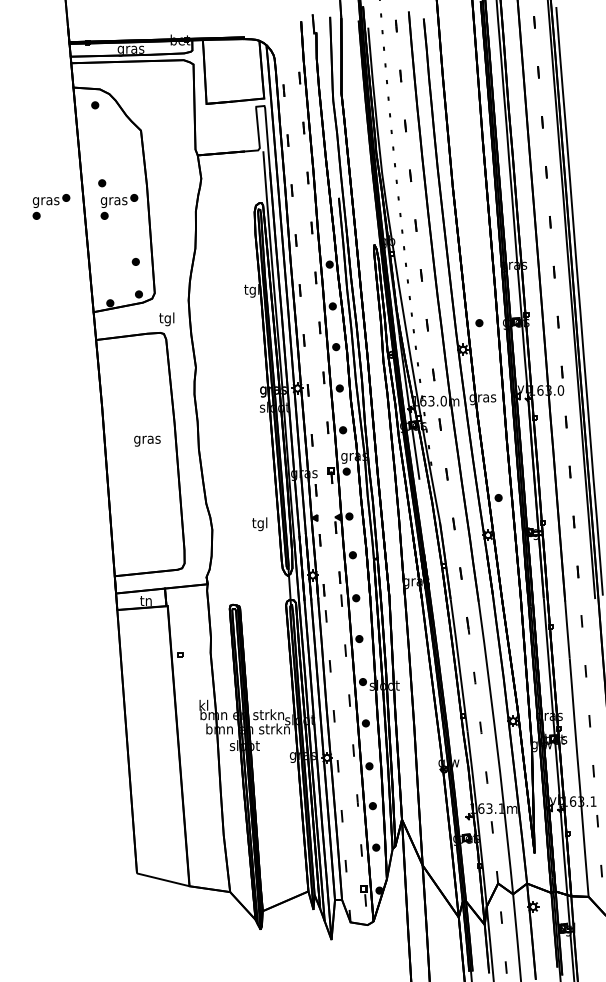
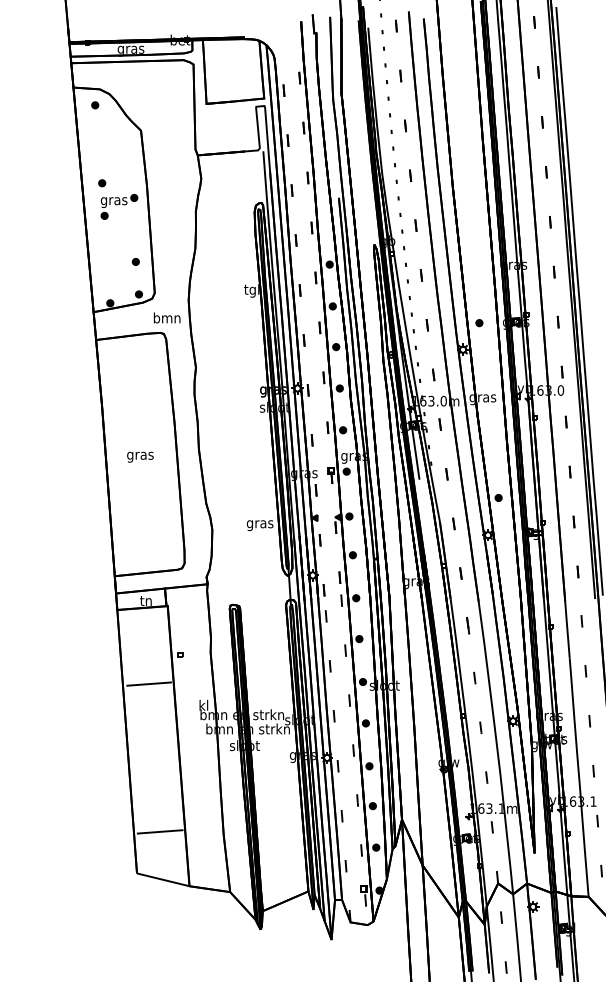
part at (51, 206): present -> none
text at (166, 319): tgl -> bmn
text at (147, 440) position: (147, 440) -> (140, 456)
text at (259, 524): tgl -> gras
line at (148, 683): none -> present
line at (159, 831): none -> present
